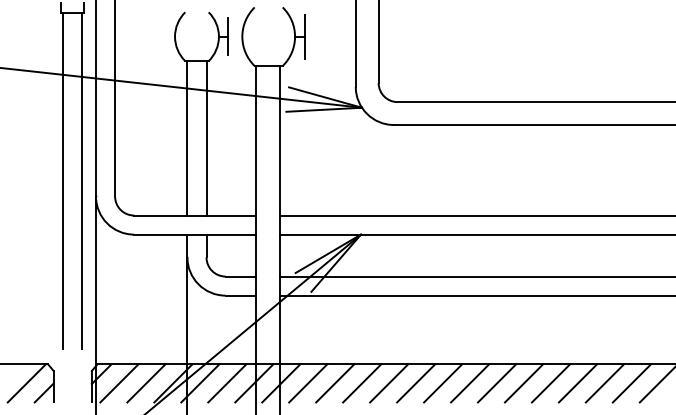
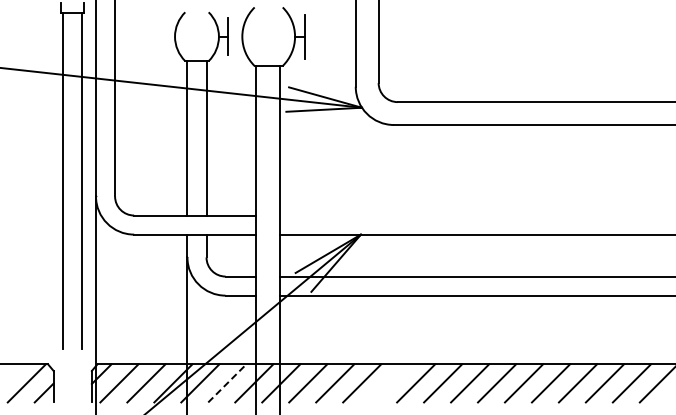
line at (476, 215): present -> none
line at (227, 383): solid -> dashed
line at (389, 383): present -> none
